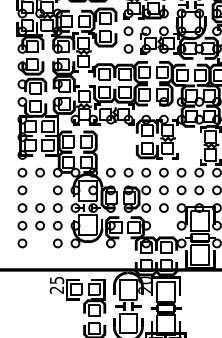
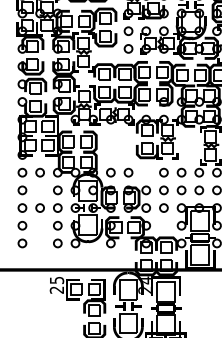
circle at (145, 172): present -> none
circle at (39, 225): present -> none
text at (144, 280): 20 -> 24
